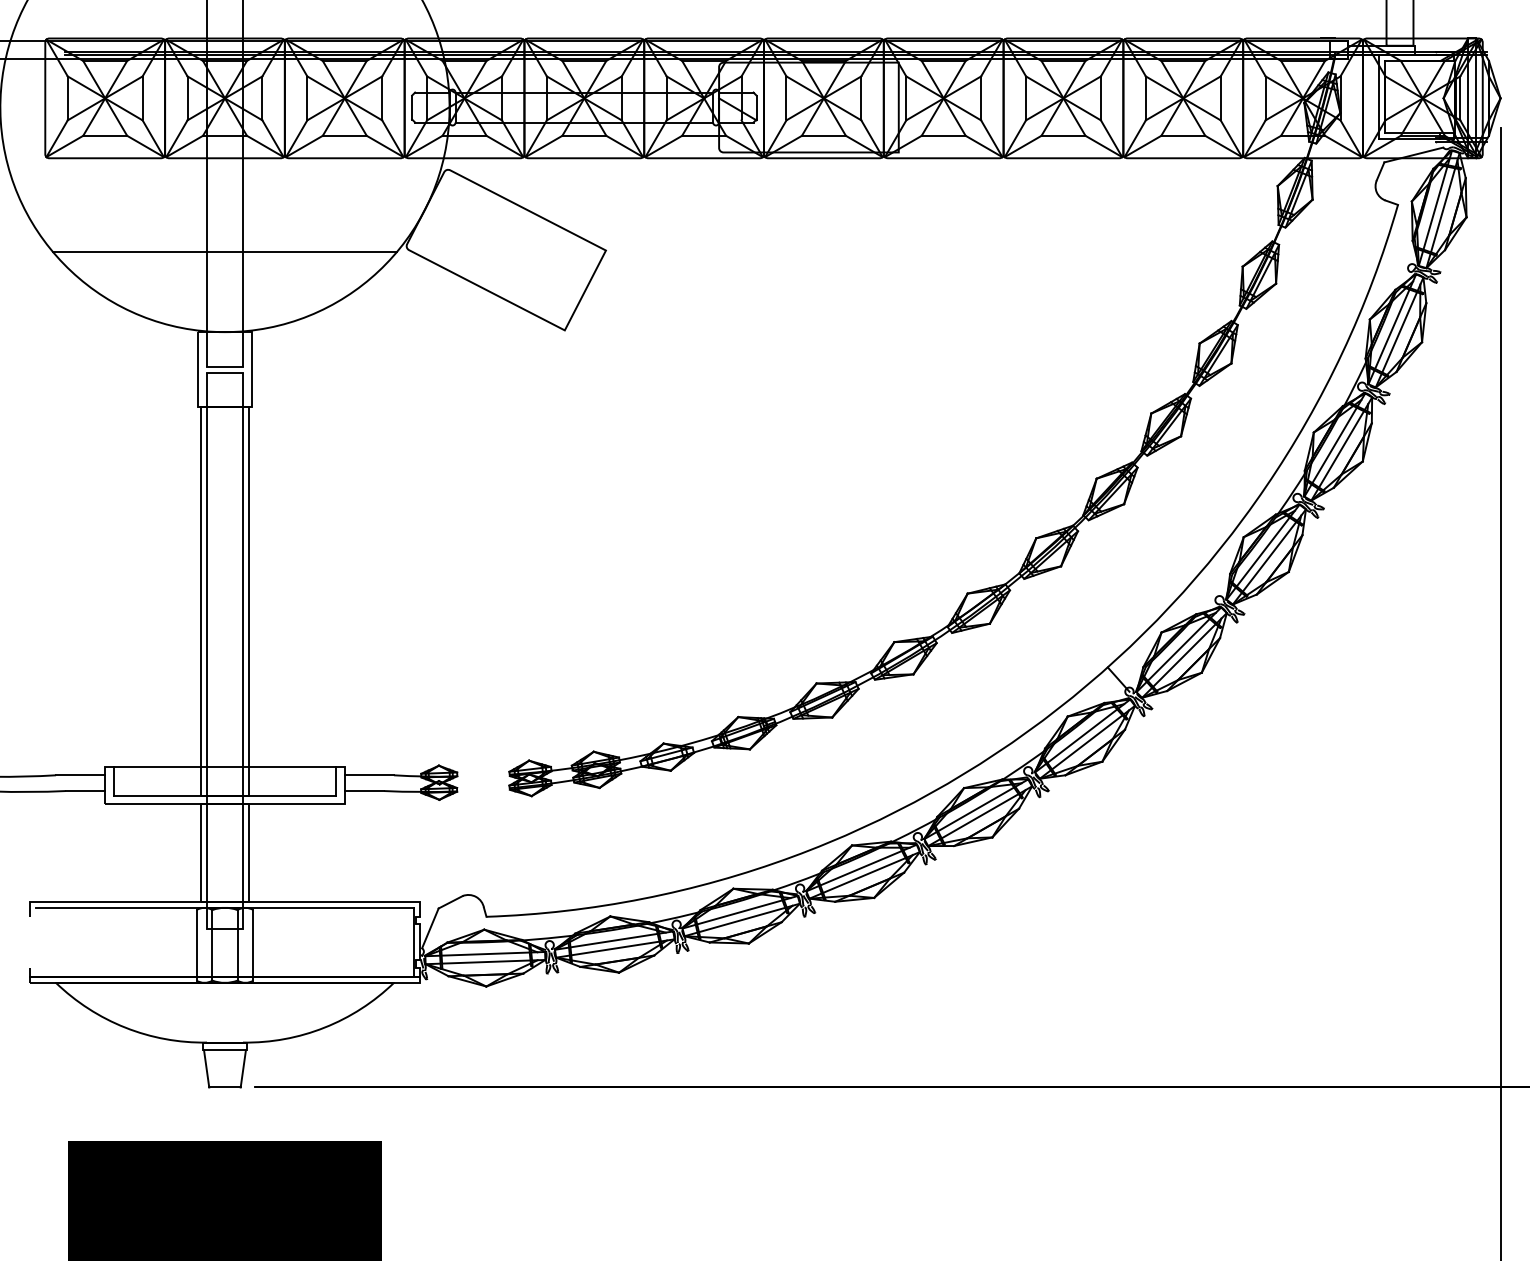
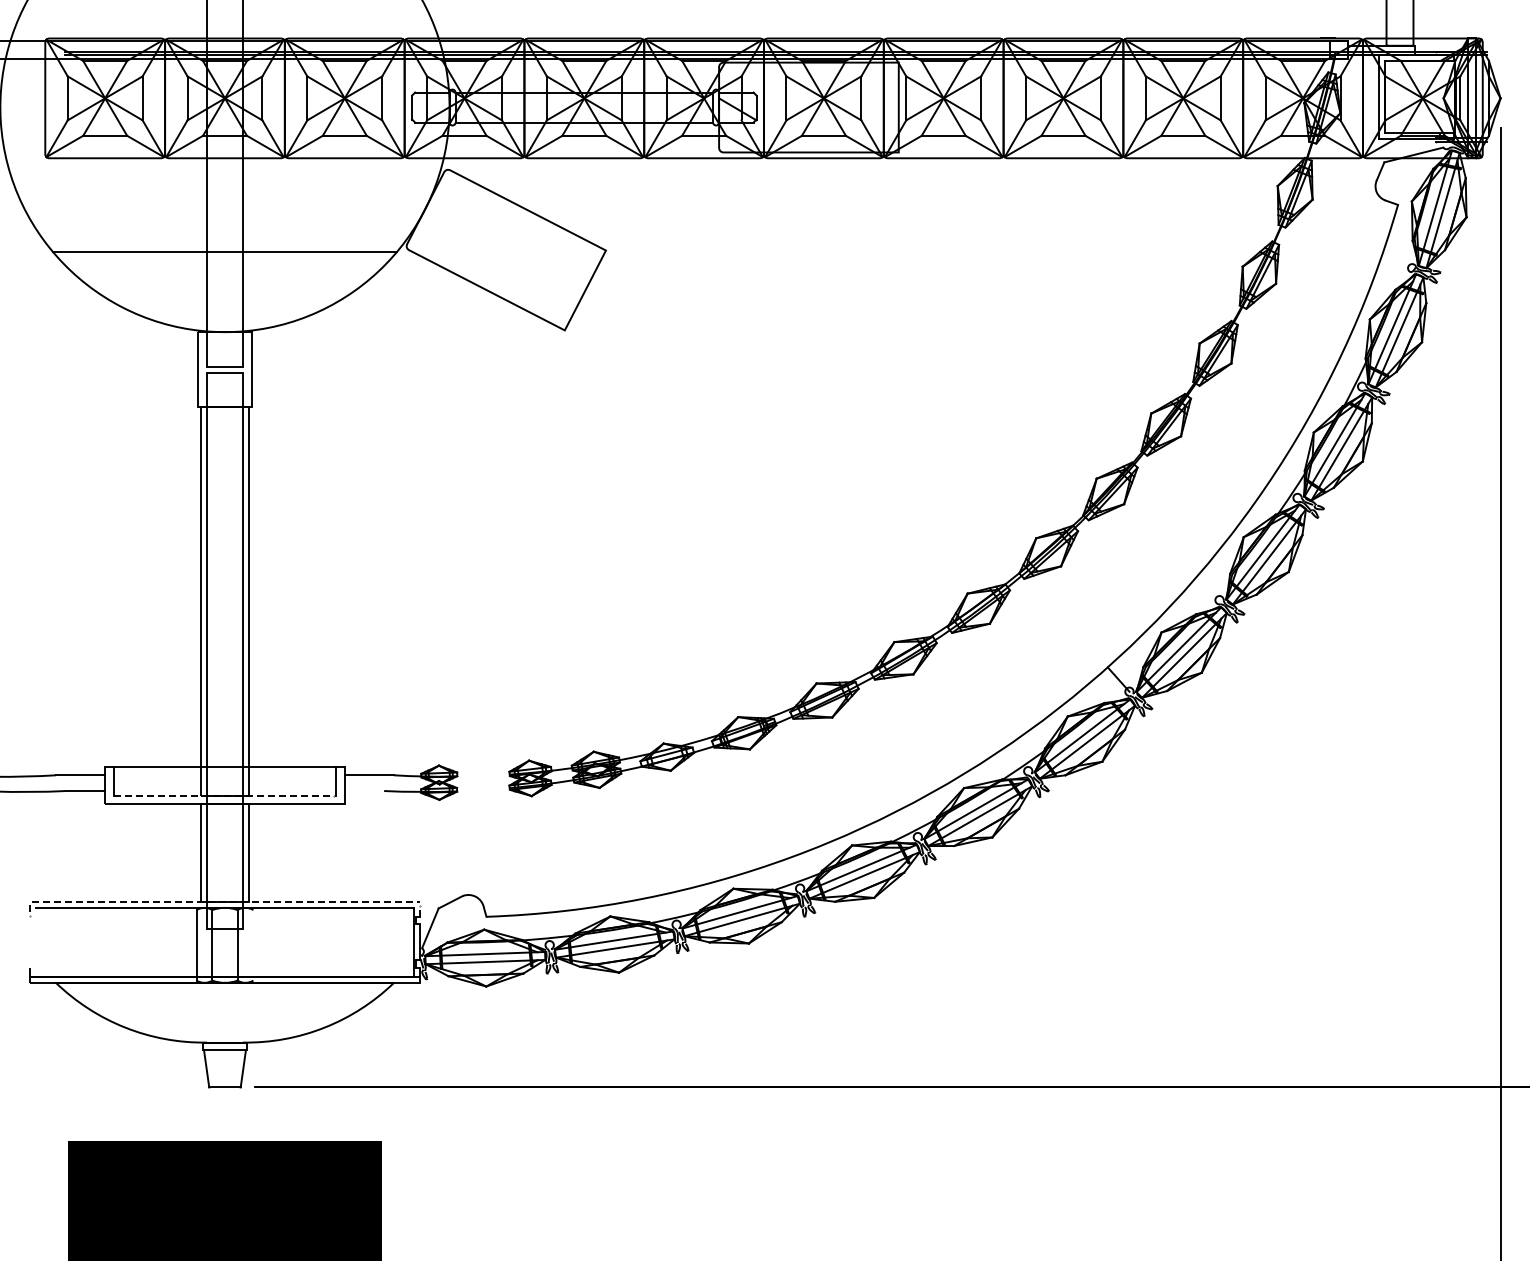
line at (364, 791): present -> none
line at (224, 795): solid -> dashed
line at (224, 901): solid -> dashed
line at (253, 945): present -> none
